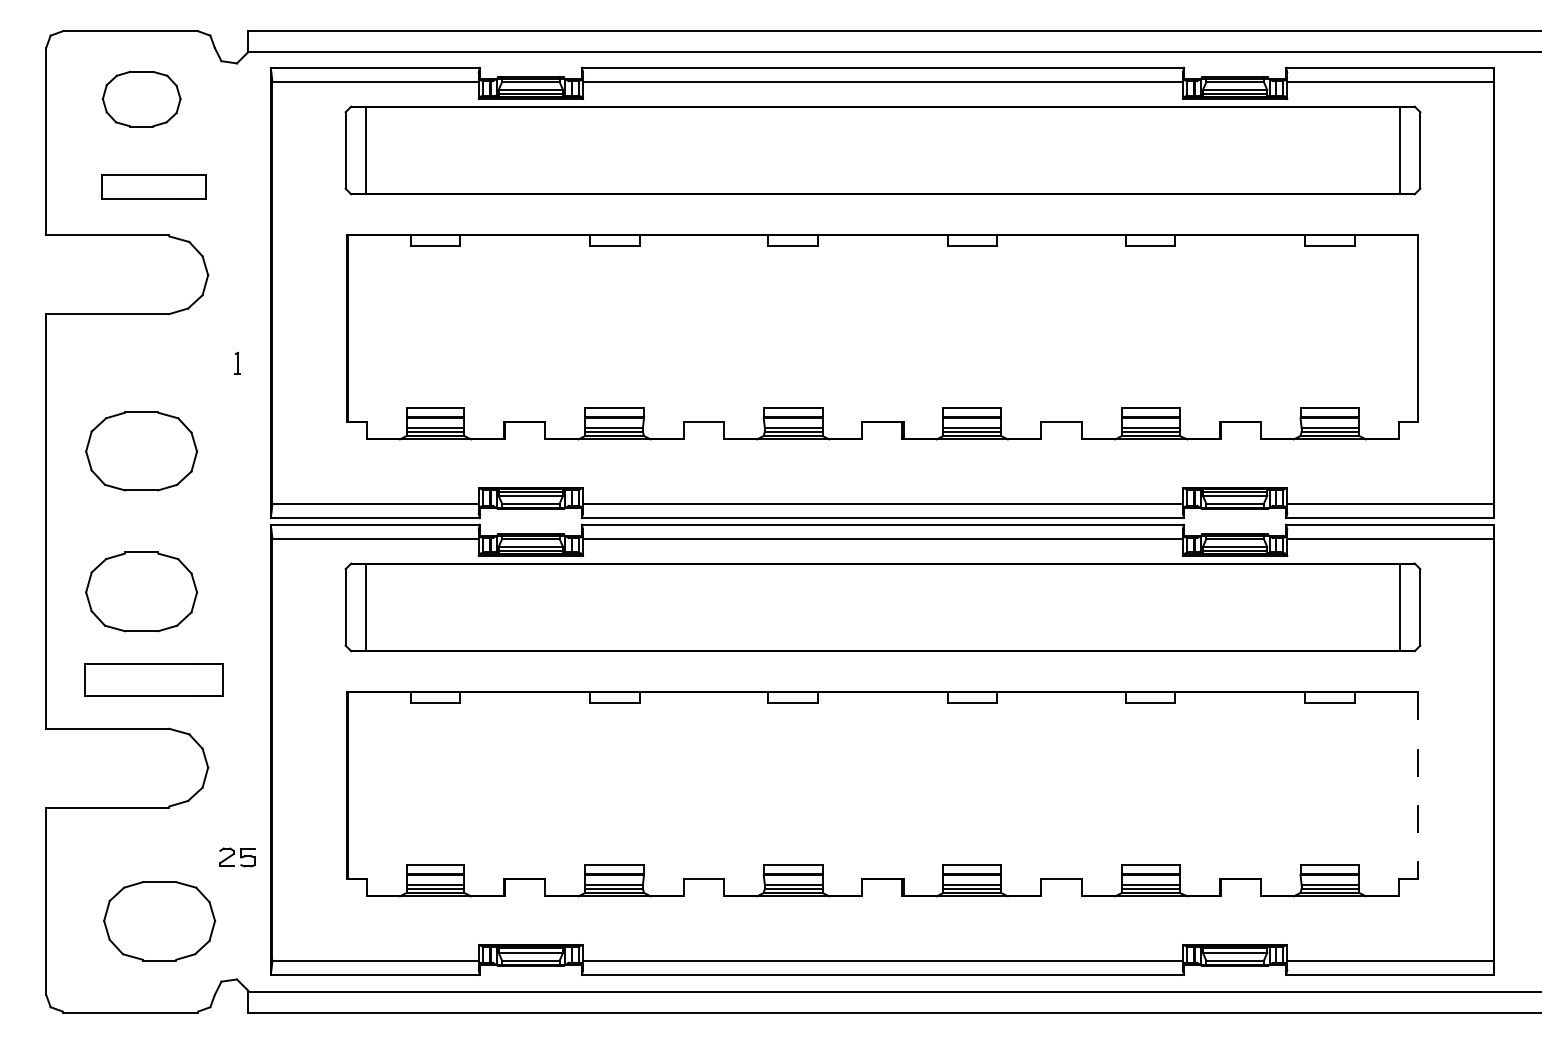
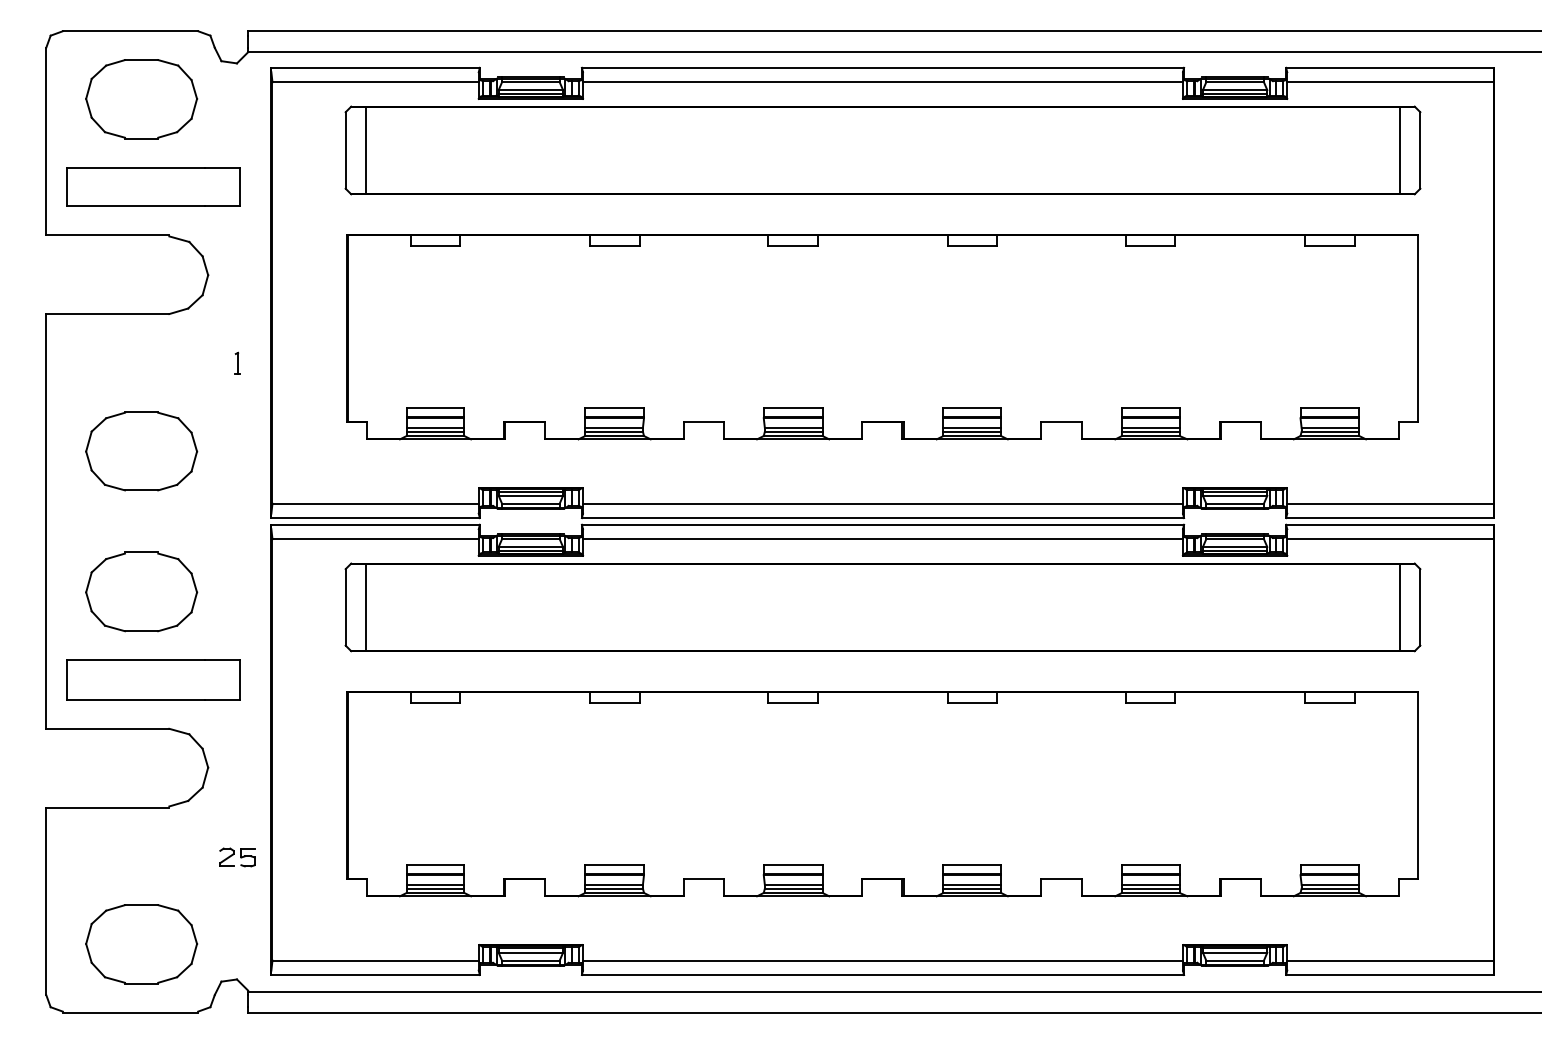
part at (141, 98) size: 81x58 px -> 114x81 px
part at (153, 186) size: 106x26 px -> 175x40 px
part at (153, 679) size: 140x34 px -> 175x42 px
line at (1418, 785): dashed -> solid
part at (159, 921) position: (159, 921) -> (141, 944)
